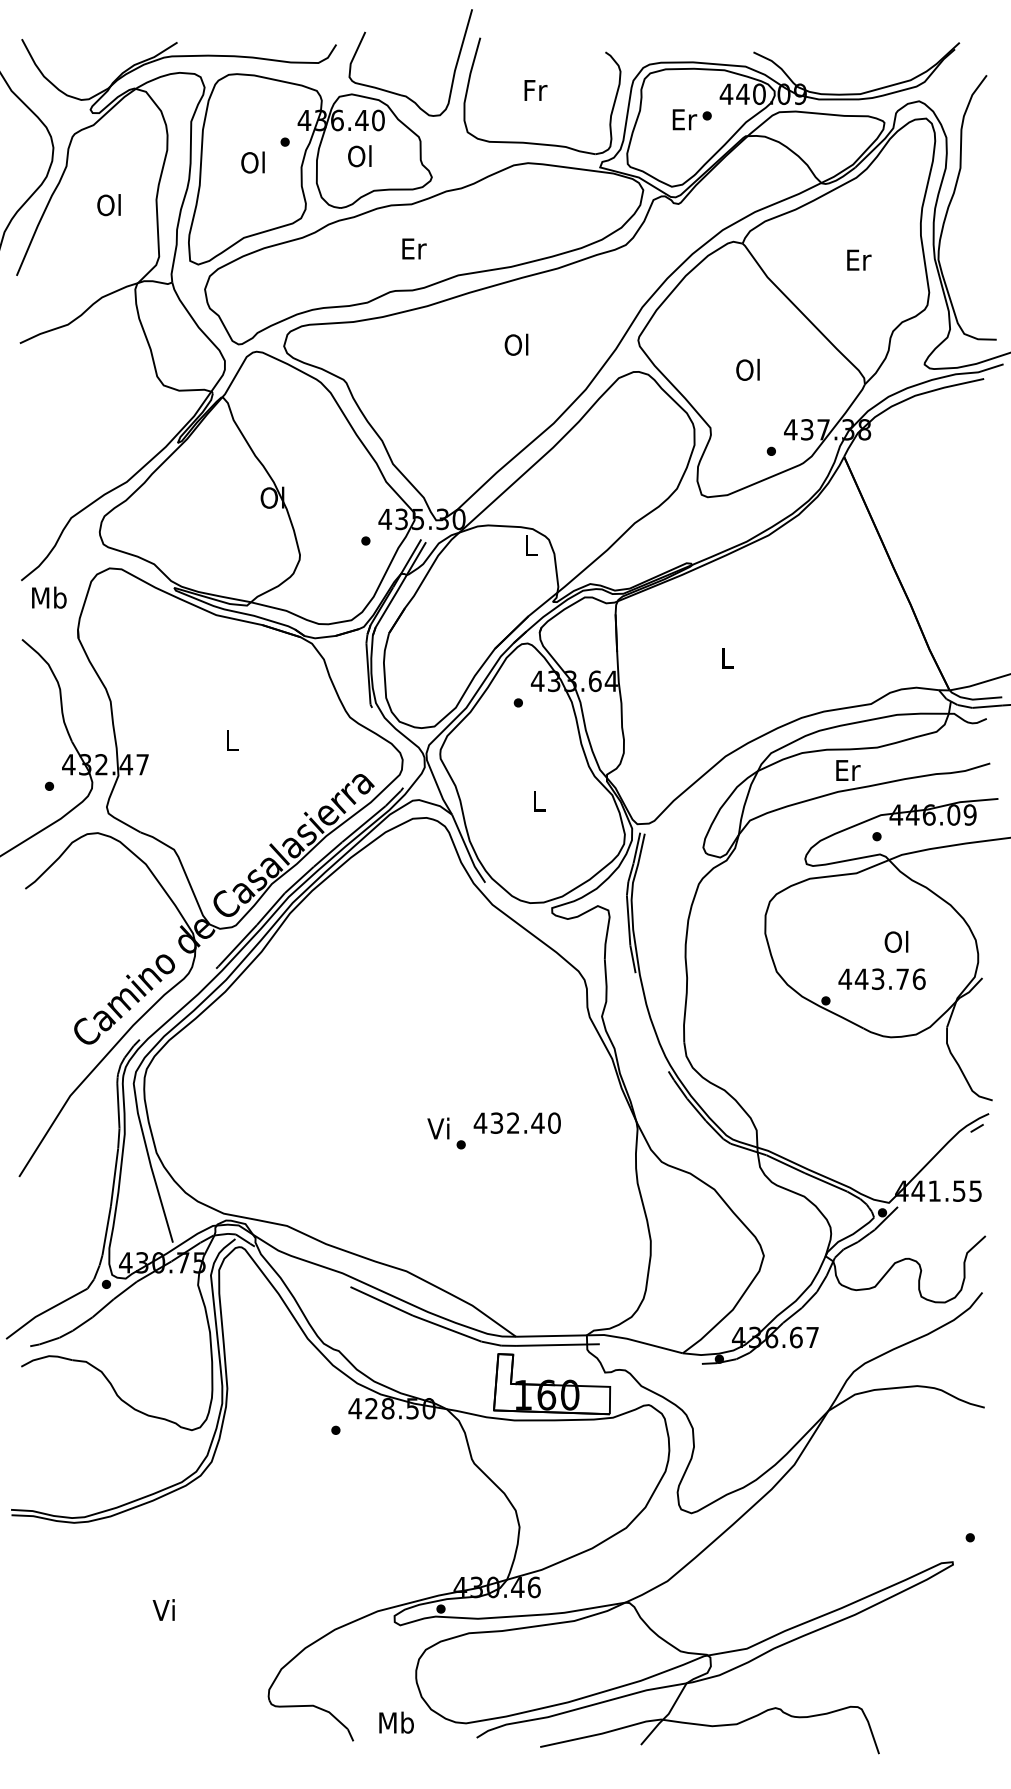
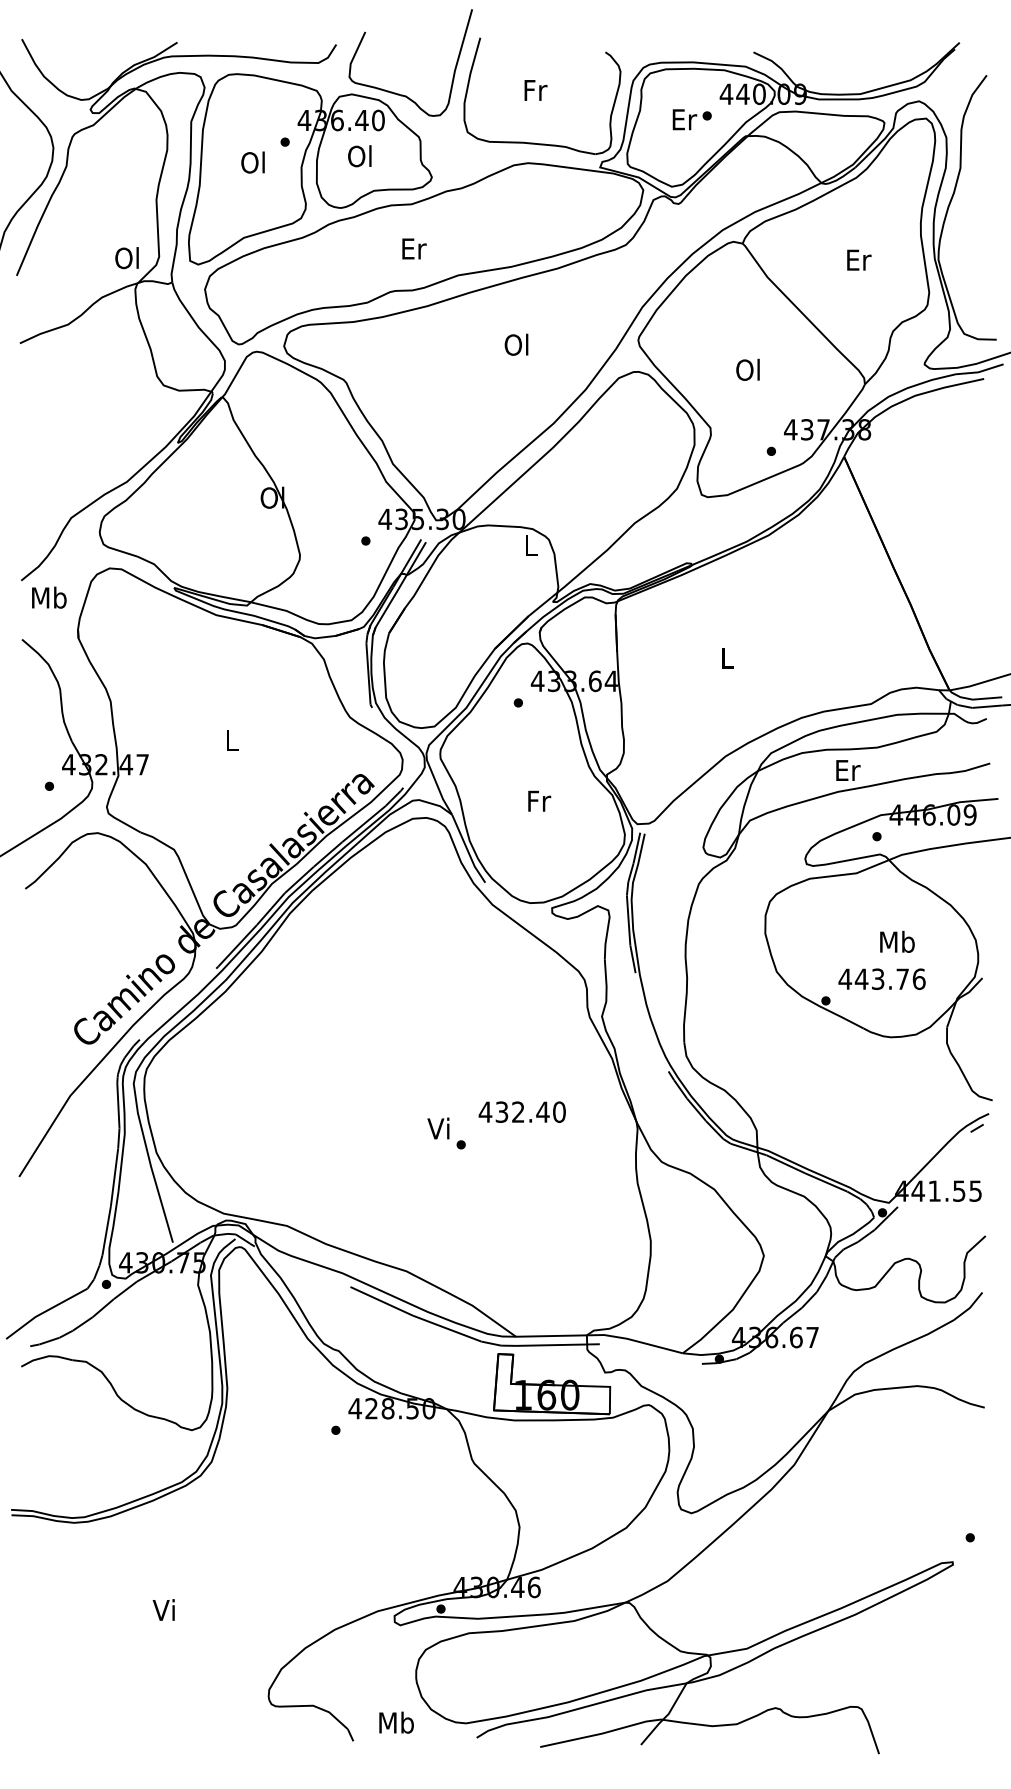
text at (108, 205) position: (108, 205) -> (126, 258)
text at (539, 800): L -> Fr
text at (897, 941): Ol -> Mb
text at (516, 1122) position: (516, 1122) -> (521, 1111)
